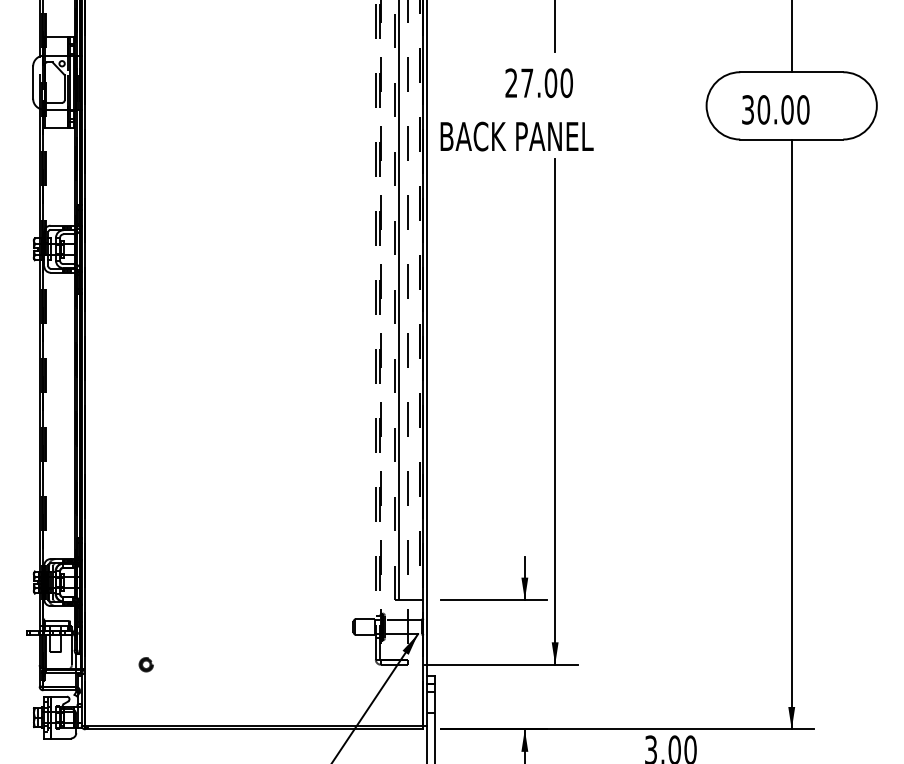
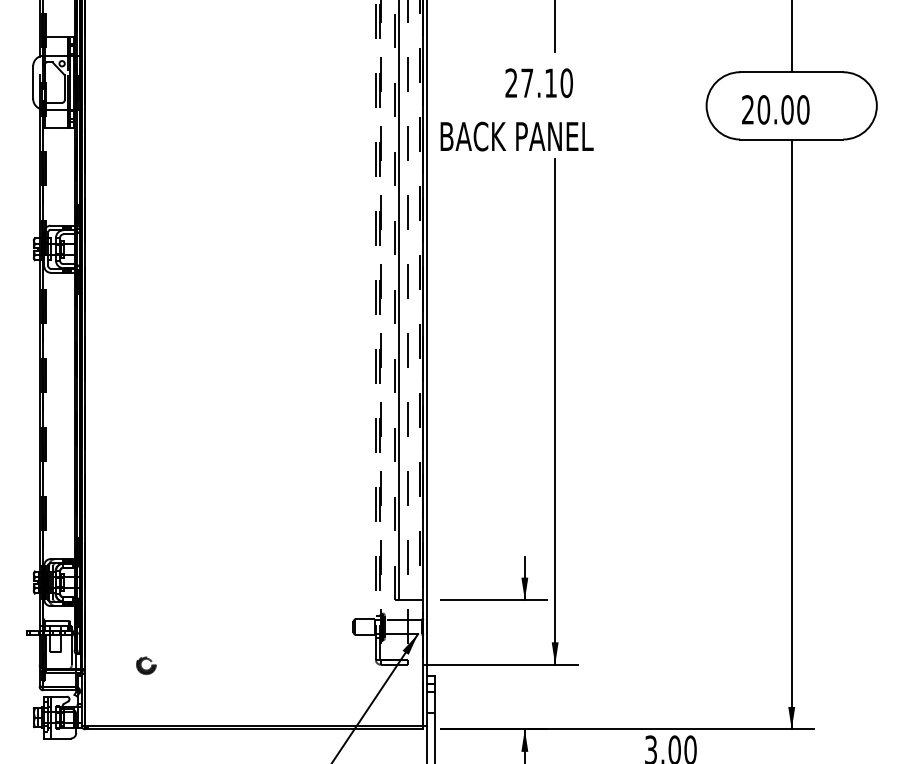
text at (550, 82): 27.00 -> 27.10
text at (747, 109): 30.00 -> 20.00
part at (145, 664) size: 16x16 px -> 21x19 px
